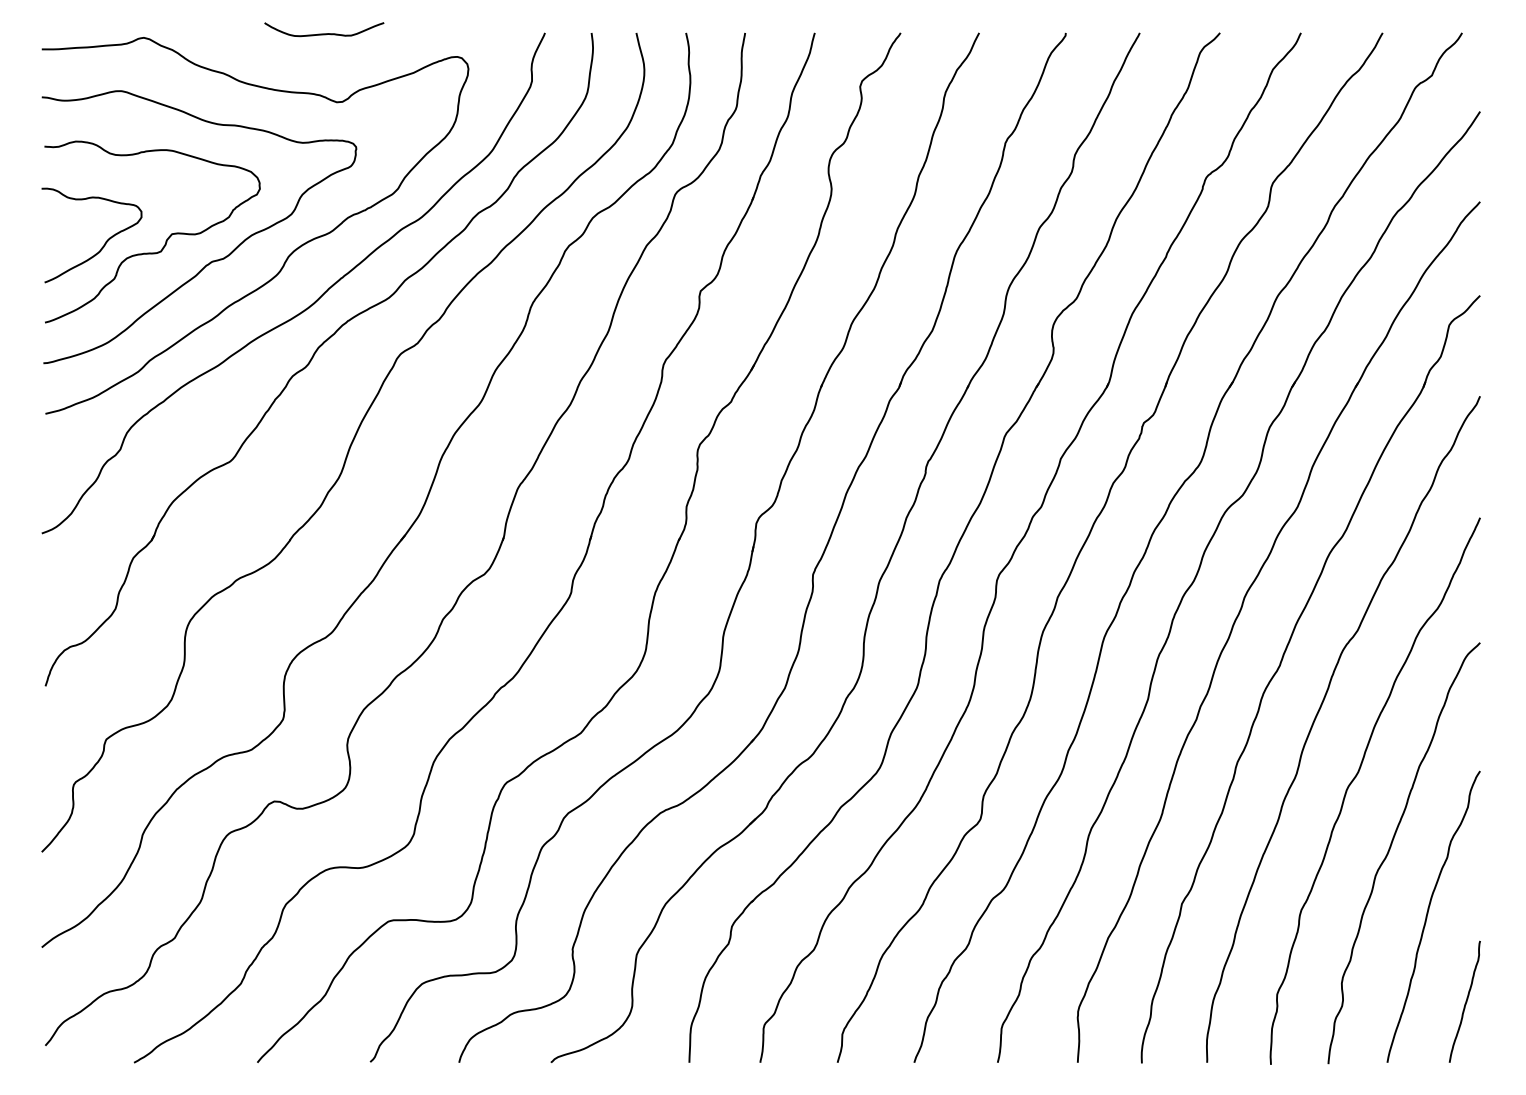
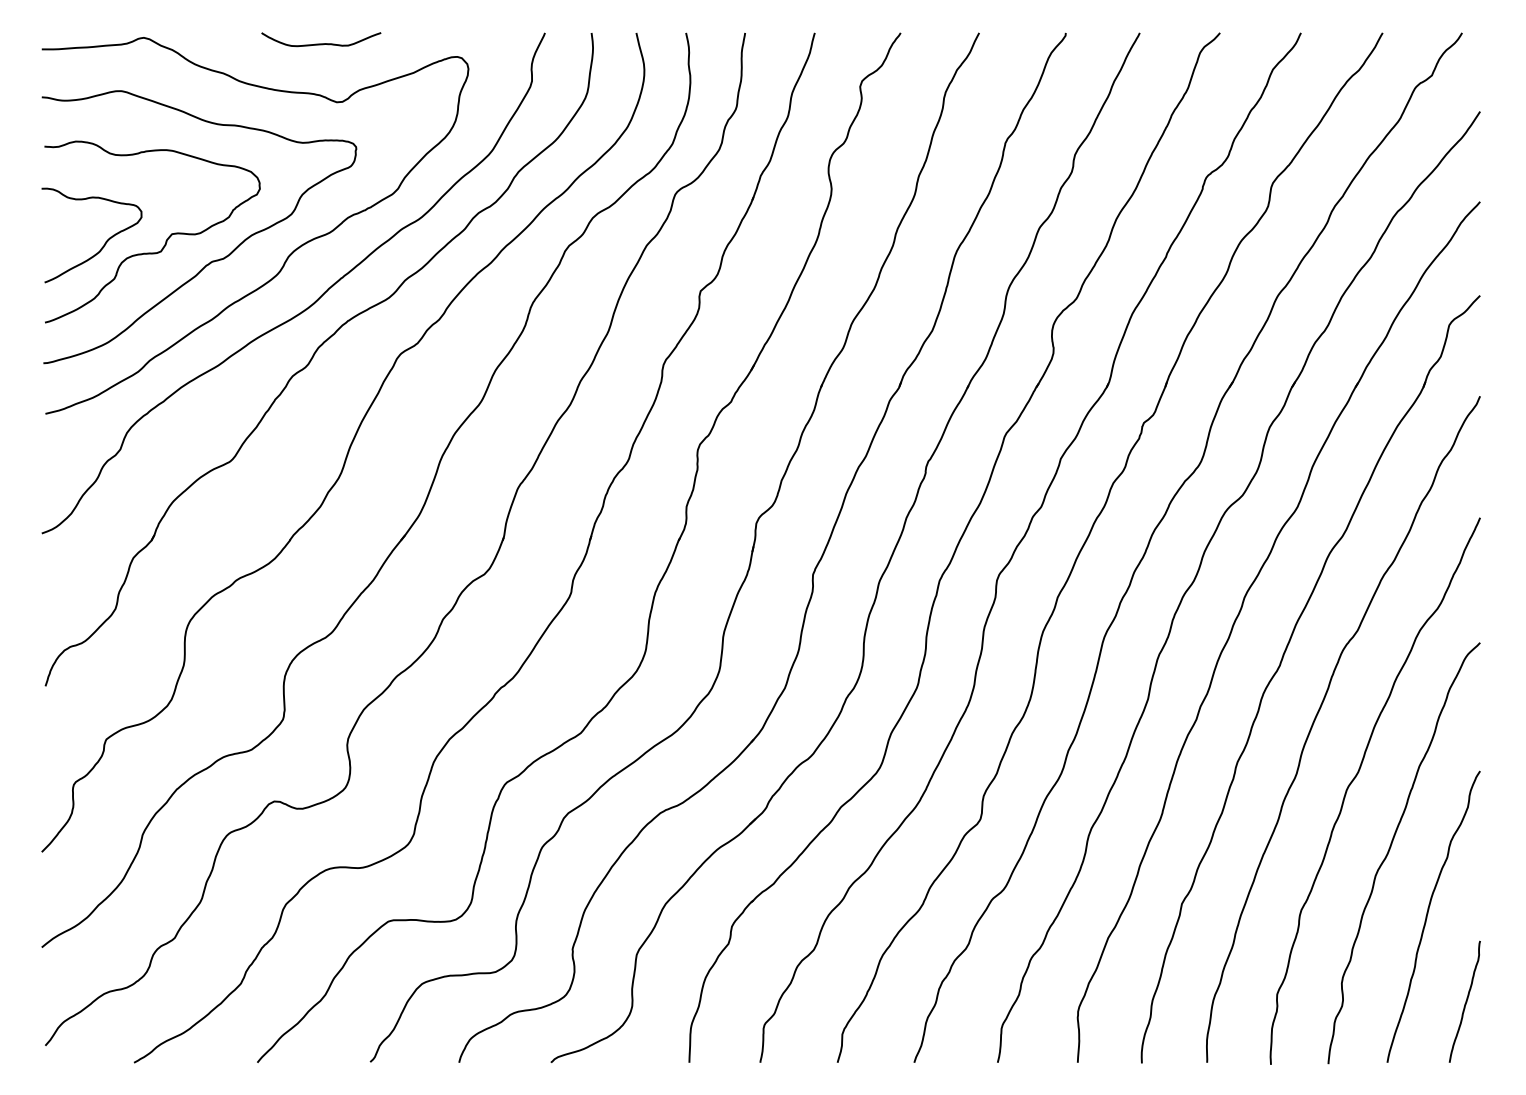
curve at (324, 33) position: (324, 33) -> (321, 43)
